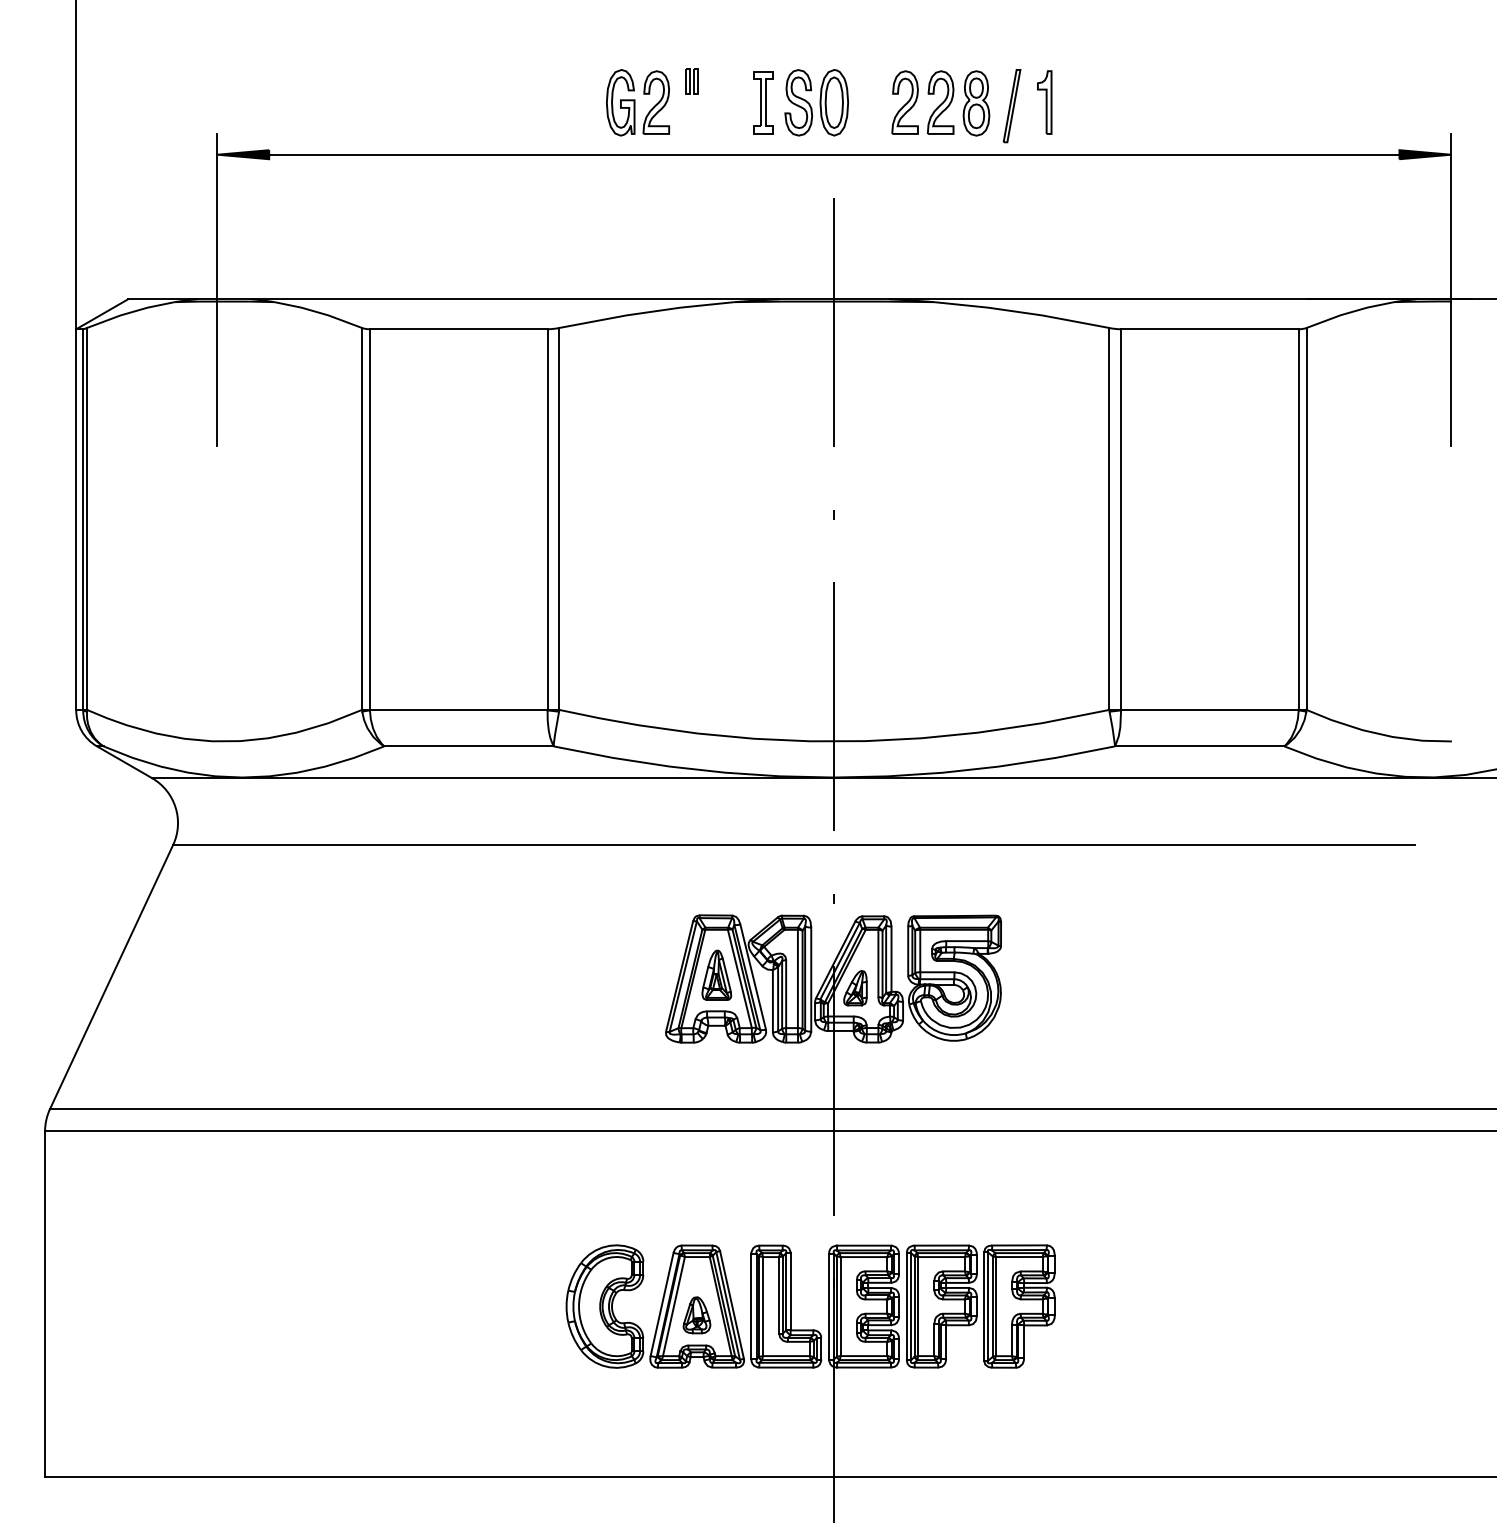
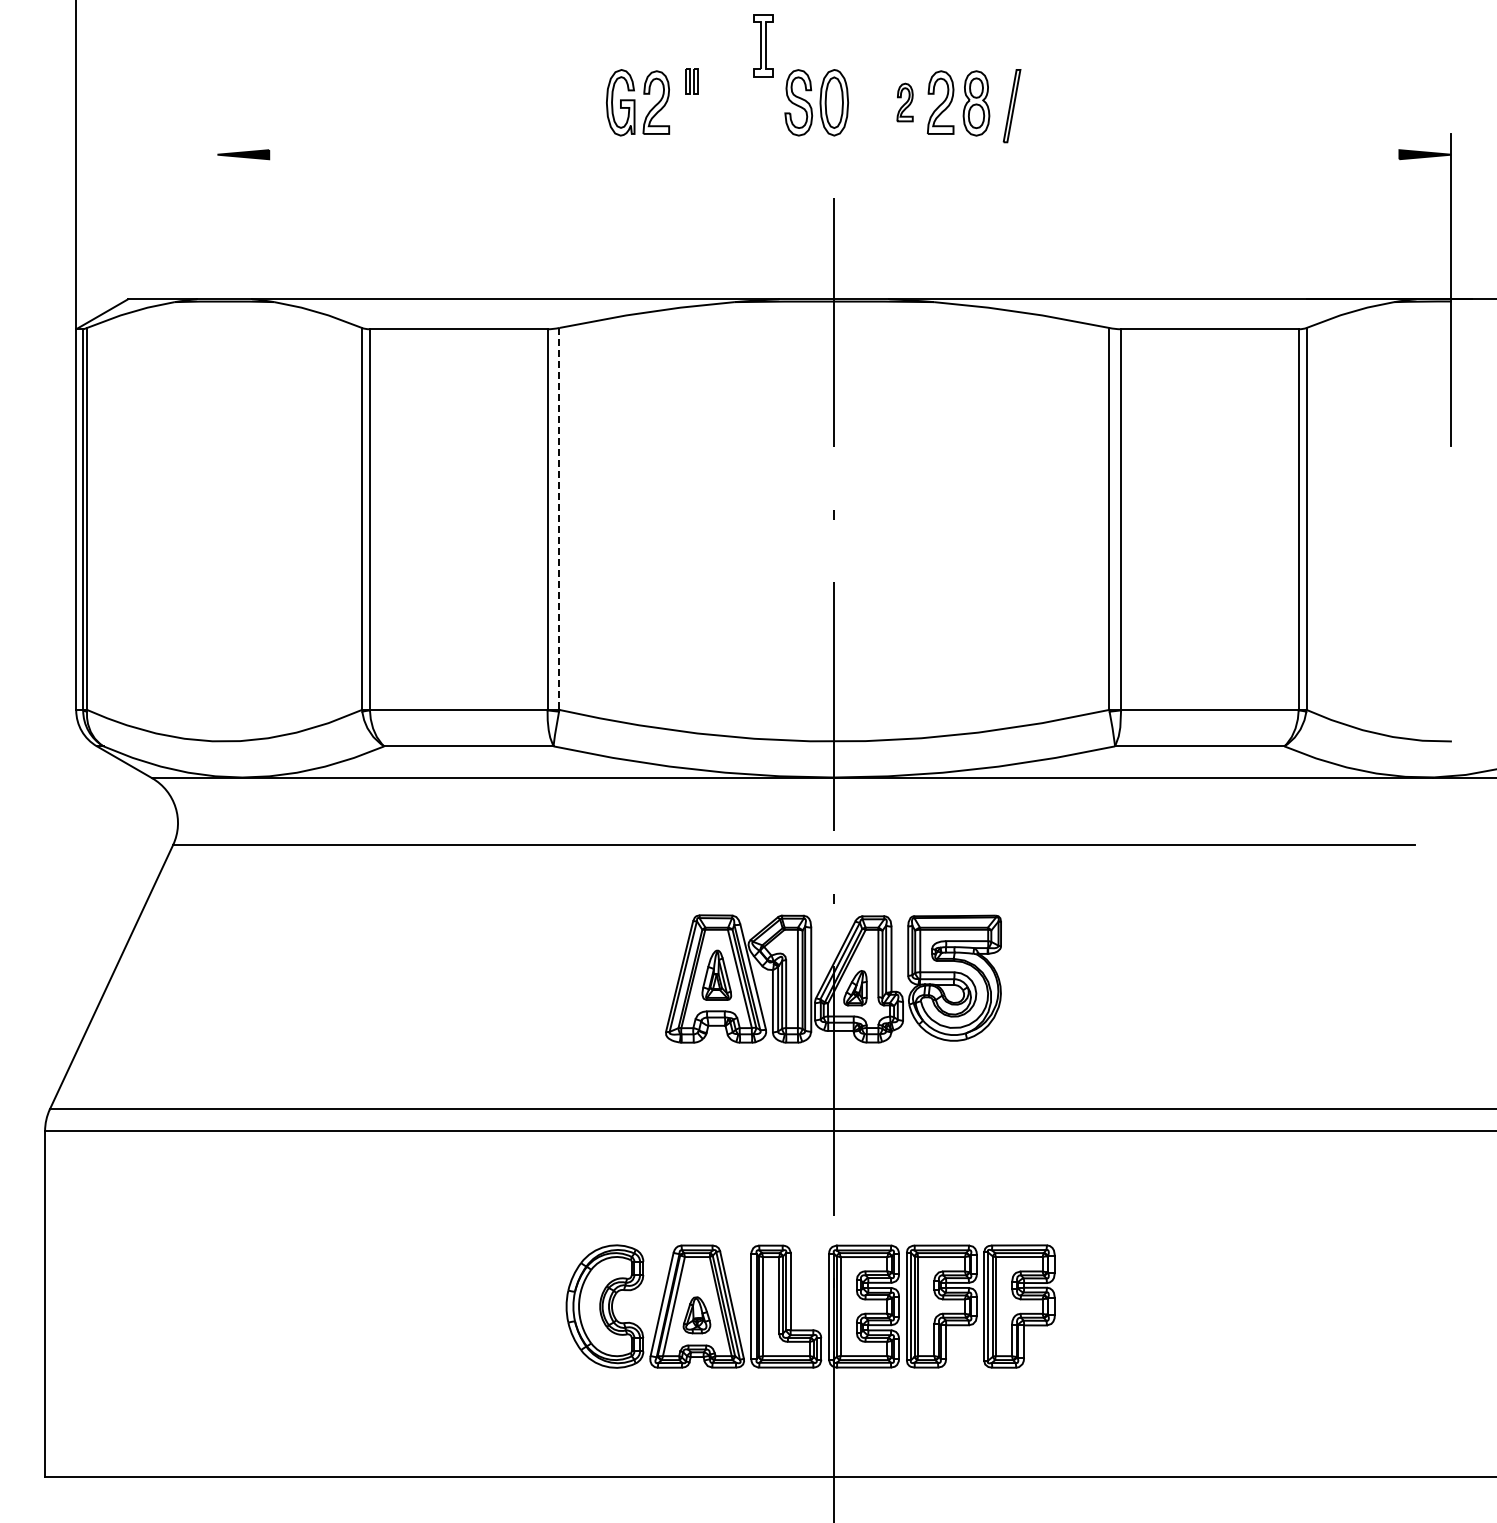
part at (763, 102) position: (763, 102) -> (763, 45)
part at (904, 102) size: 28x65 px -> 18x41 px
part at (1044, 102): present -> none
line at (834, 154): present -> none
line at (217, 289): present -> none
line at (559, 518): solid -> dashed
